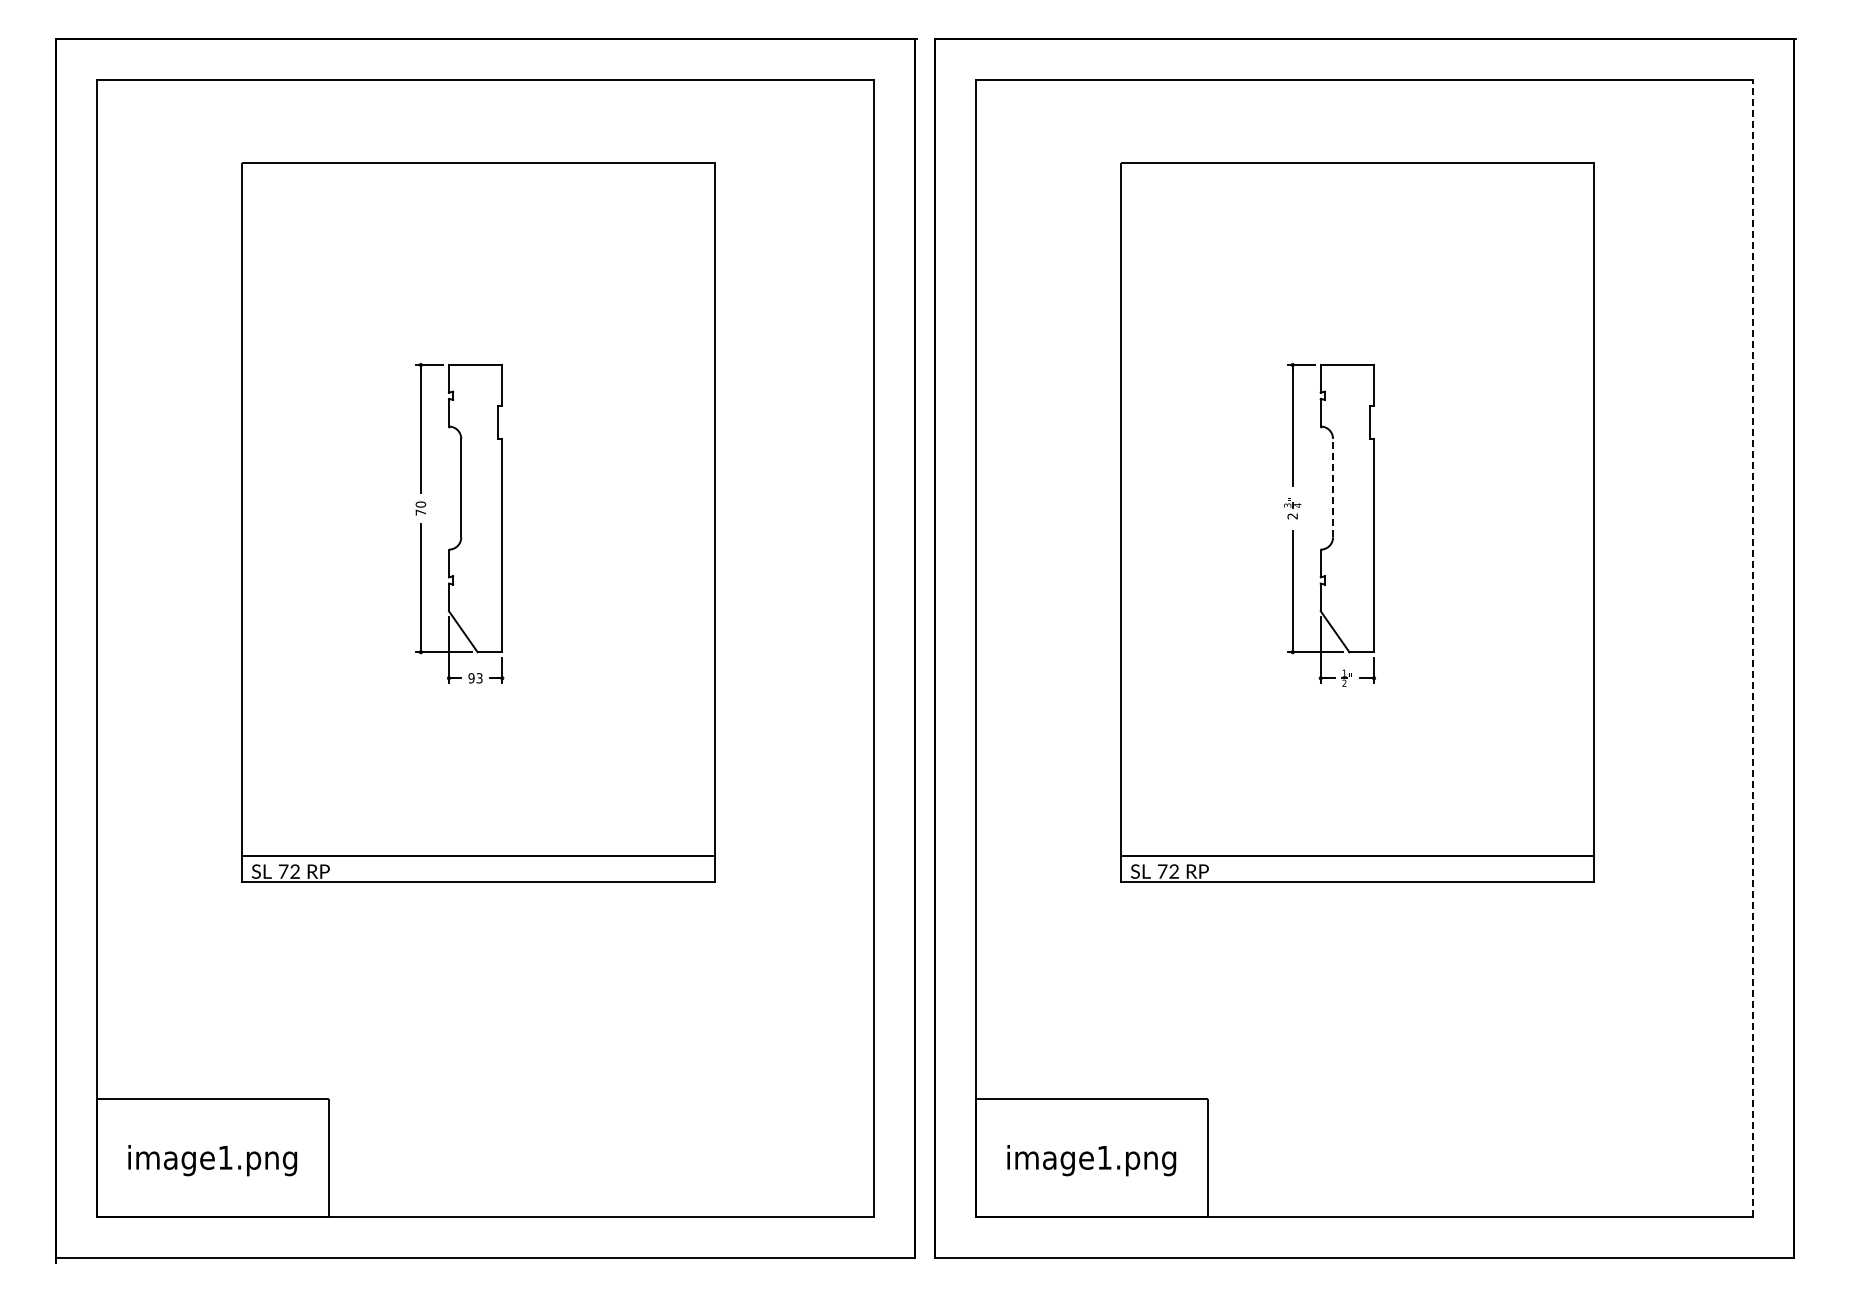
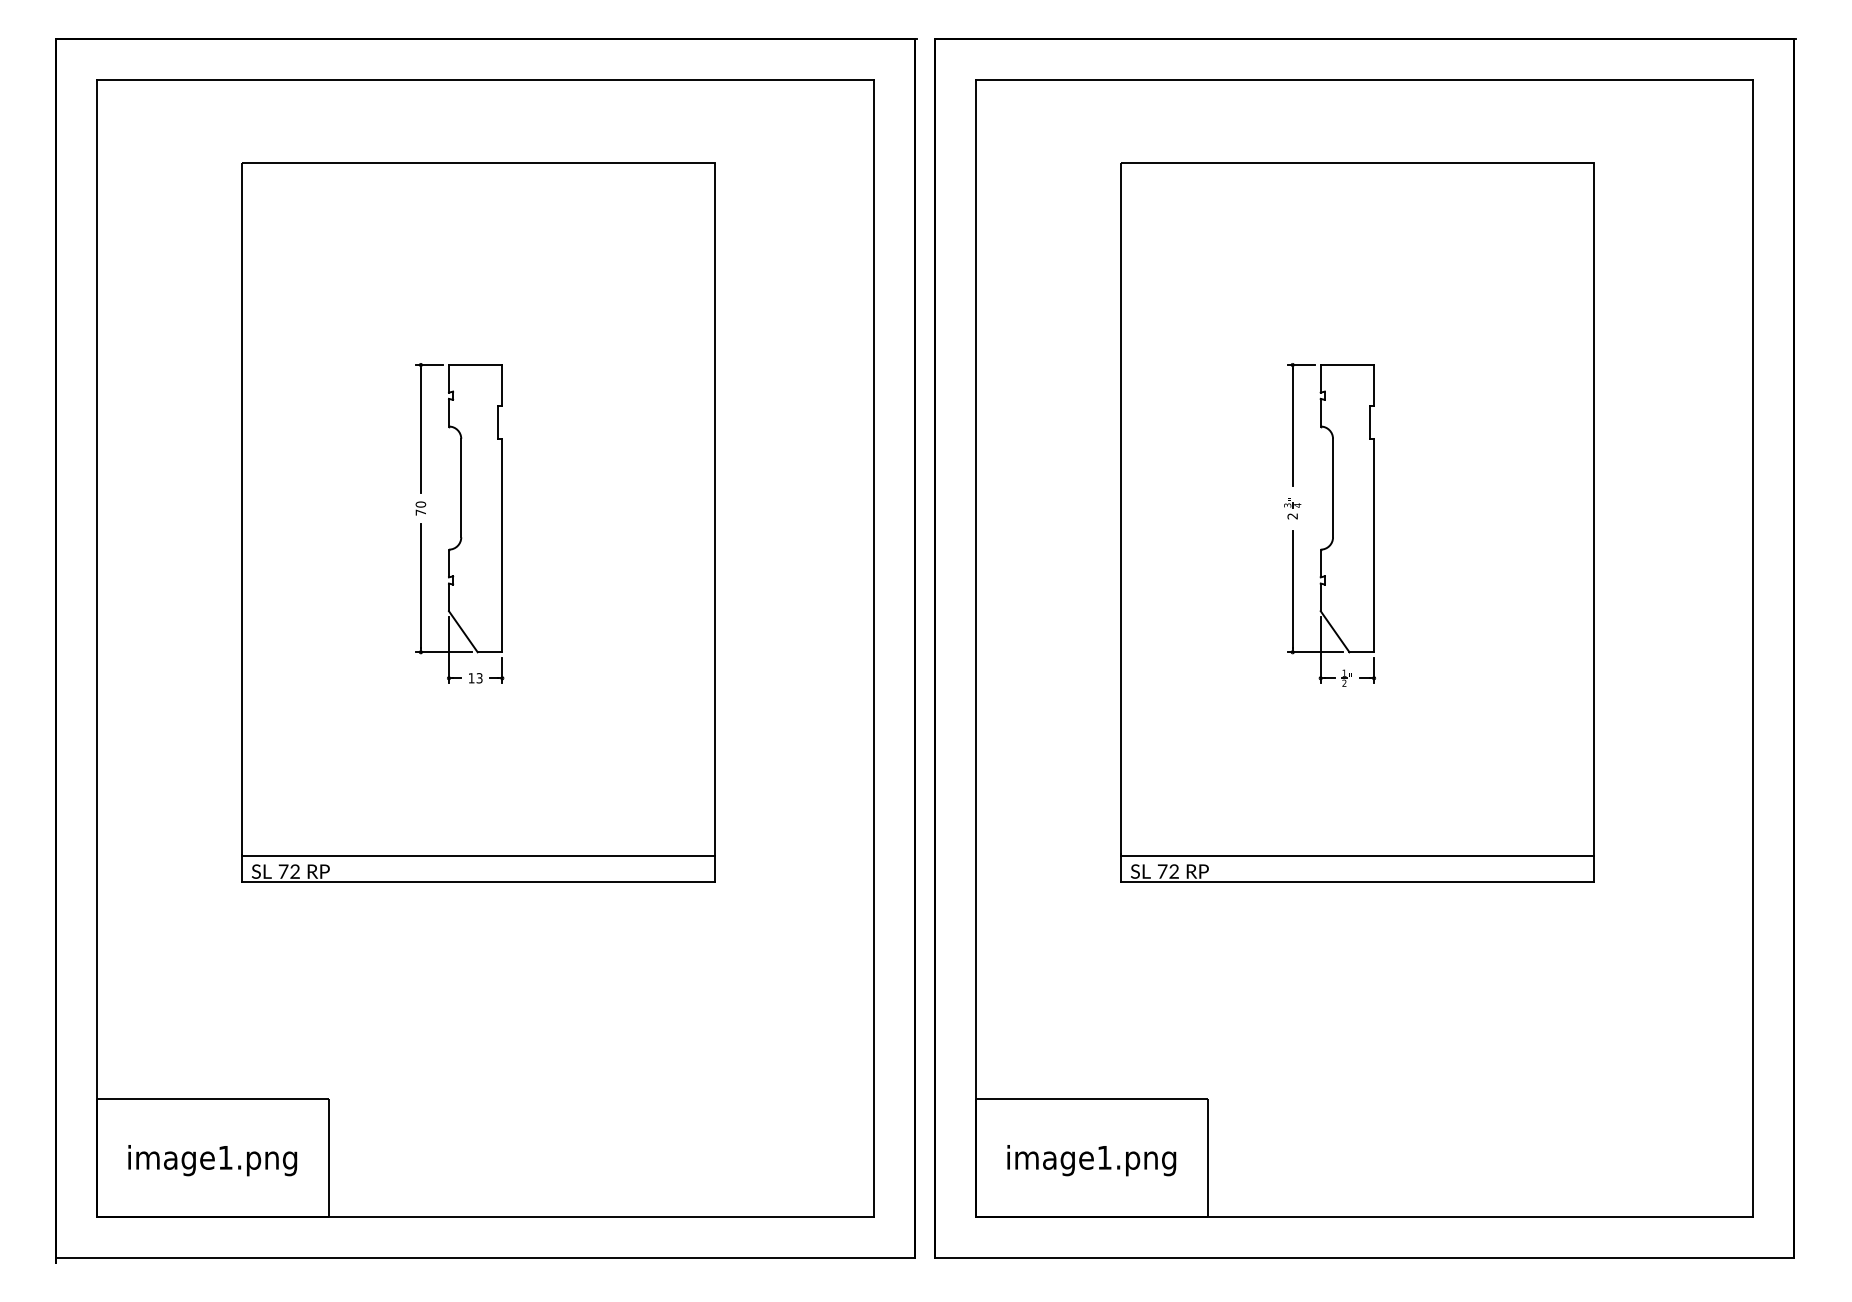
line at (1333, 487): dashed -> solid
line at (1753, 647): dashed -> solid
text at (471, 678): 93 -> 13
